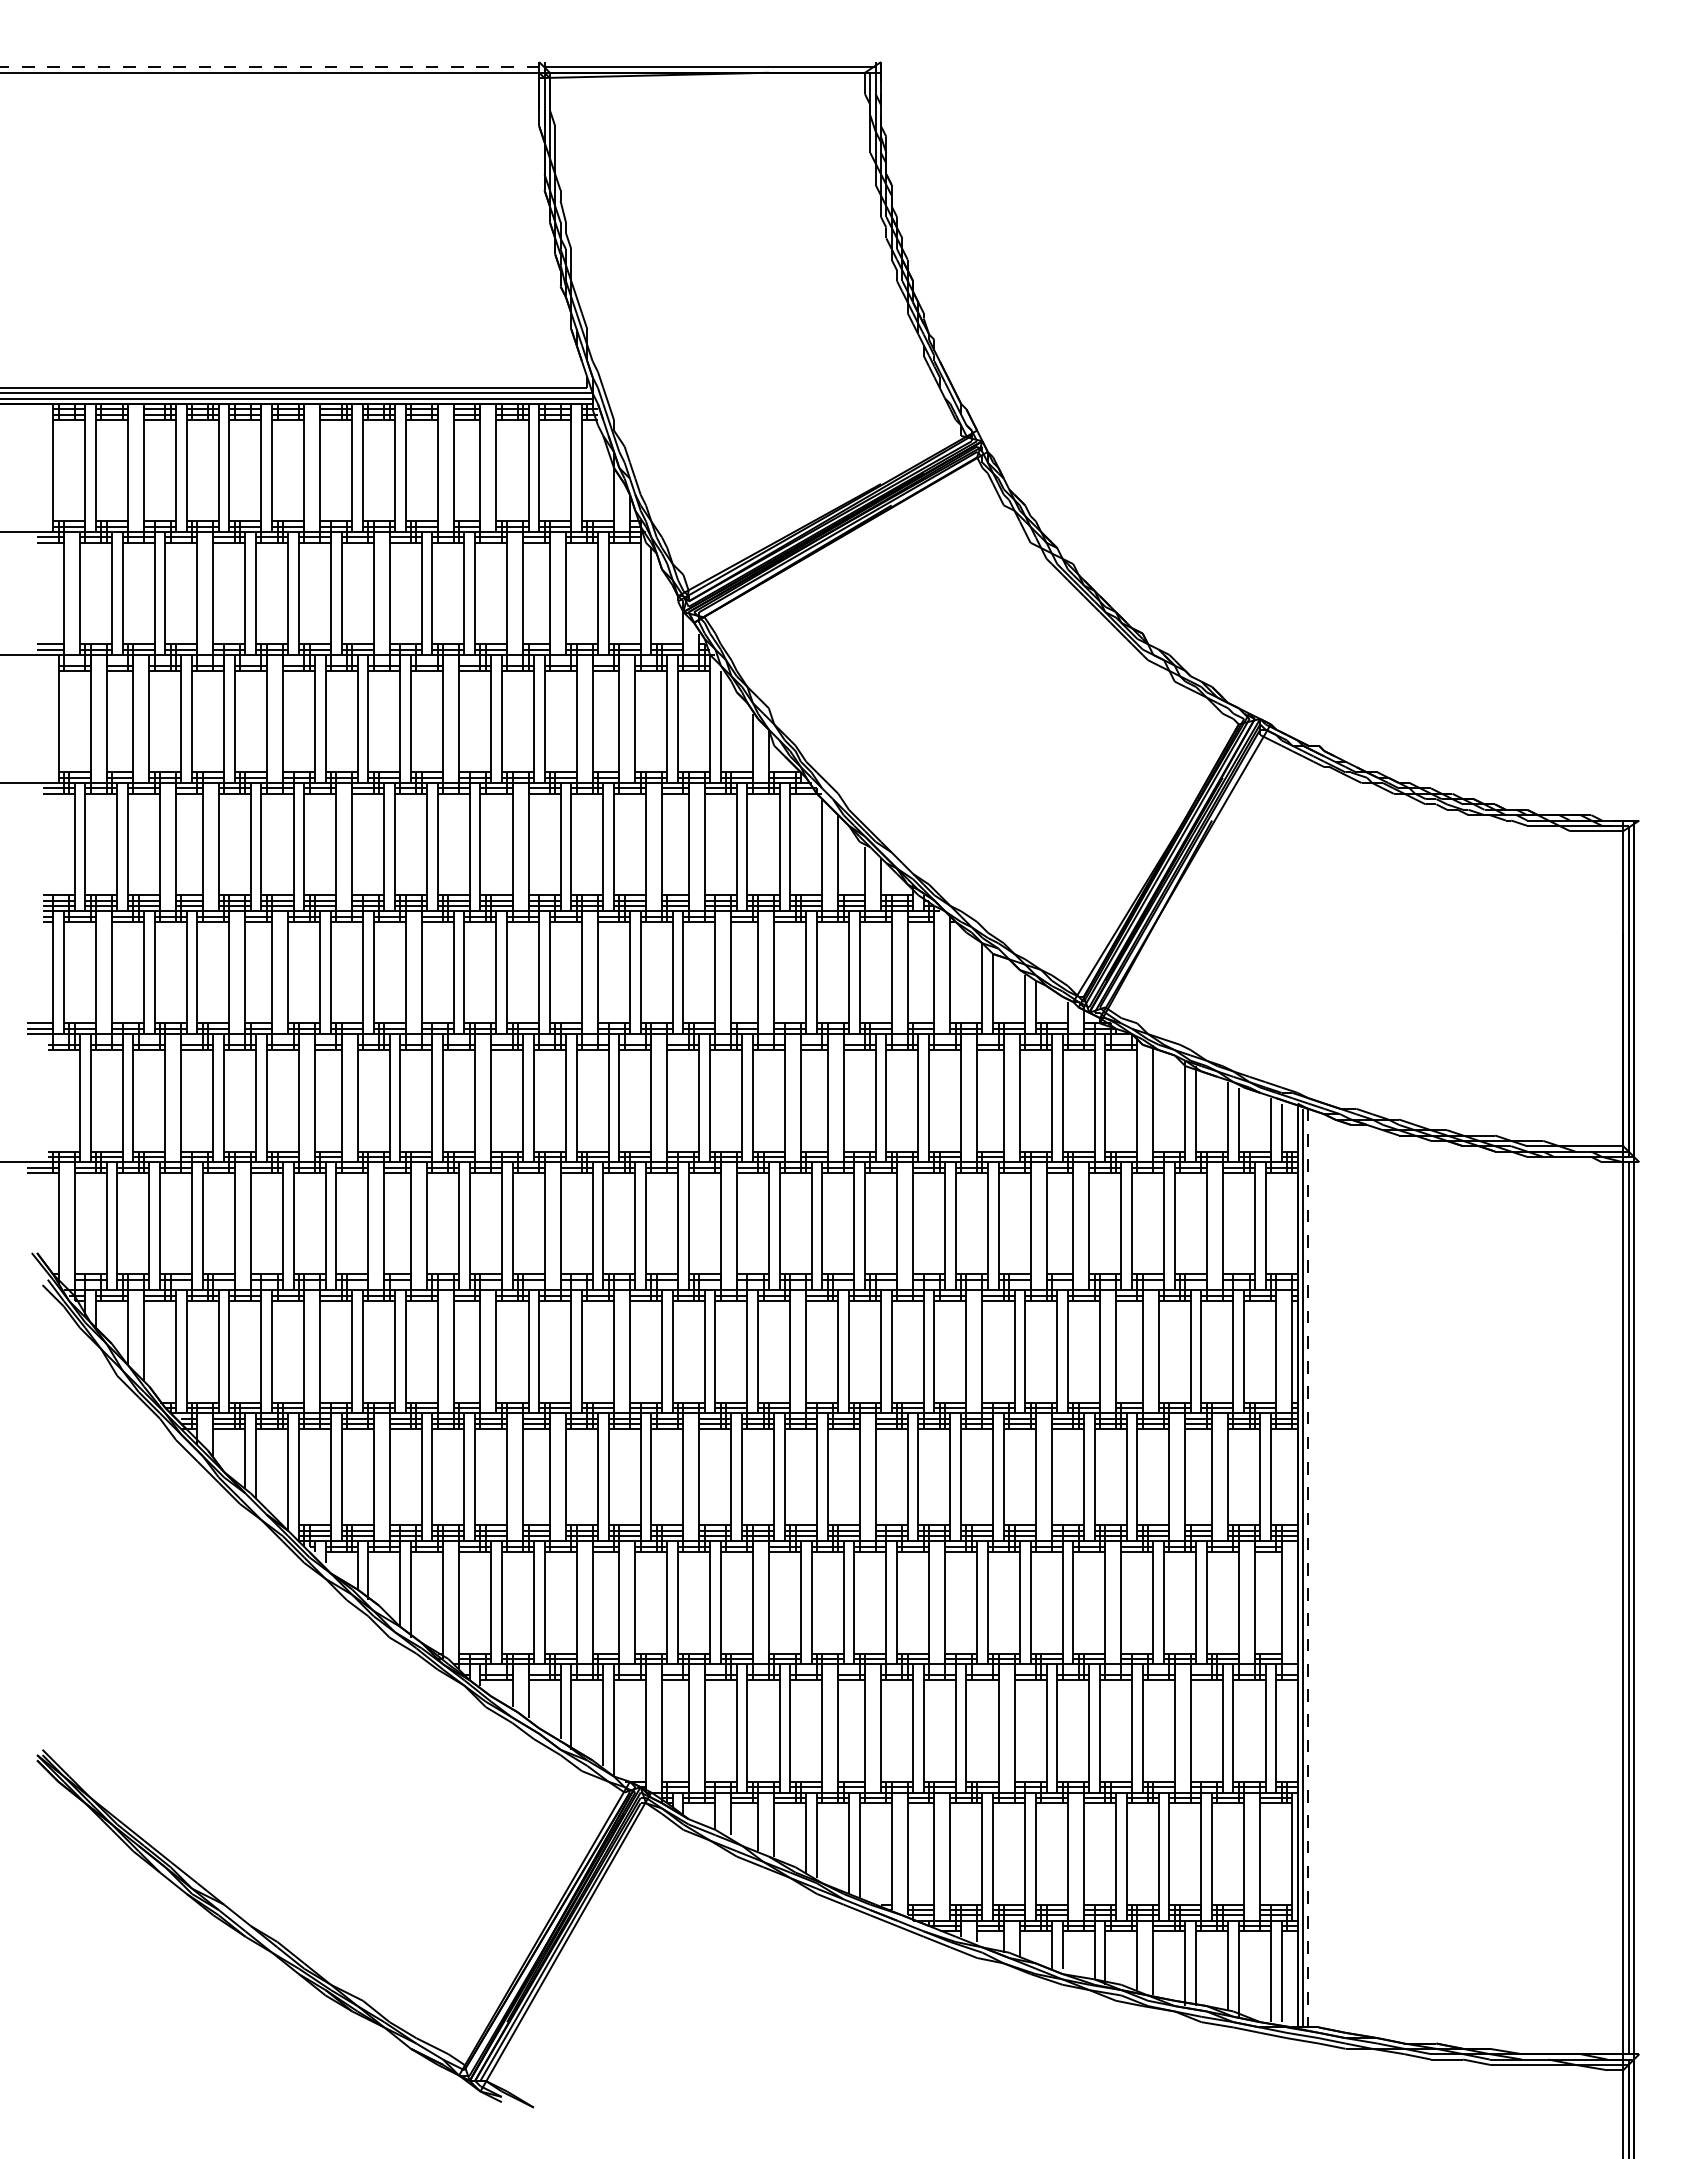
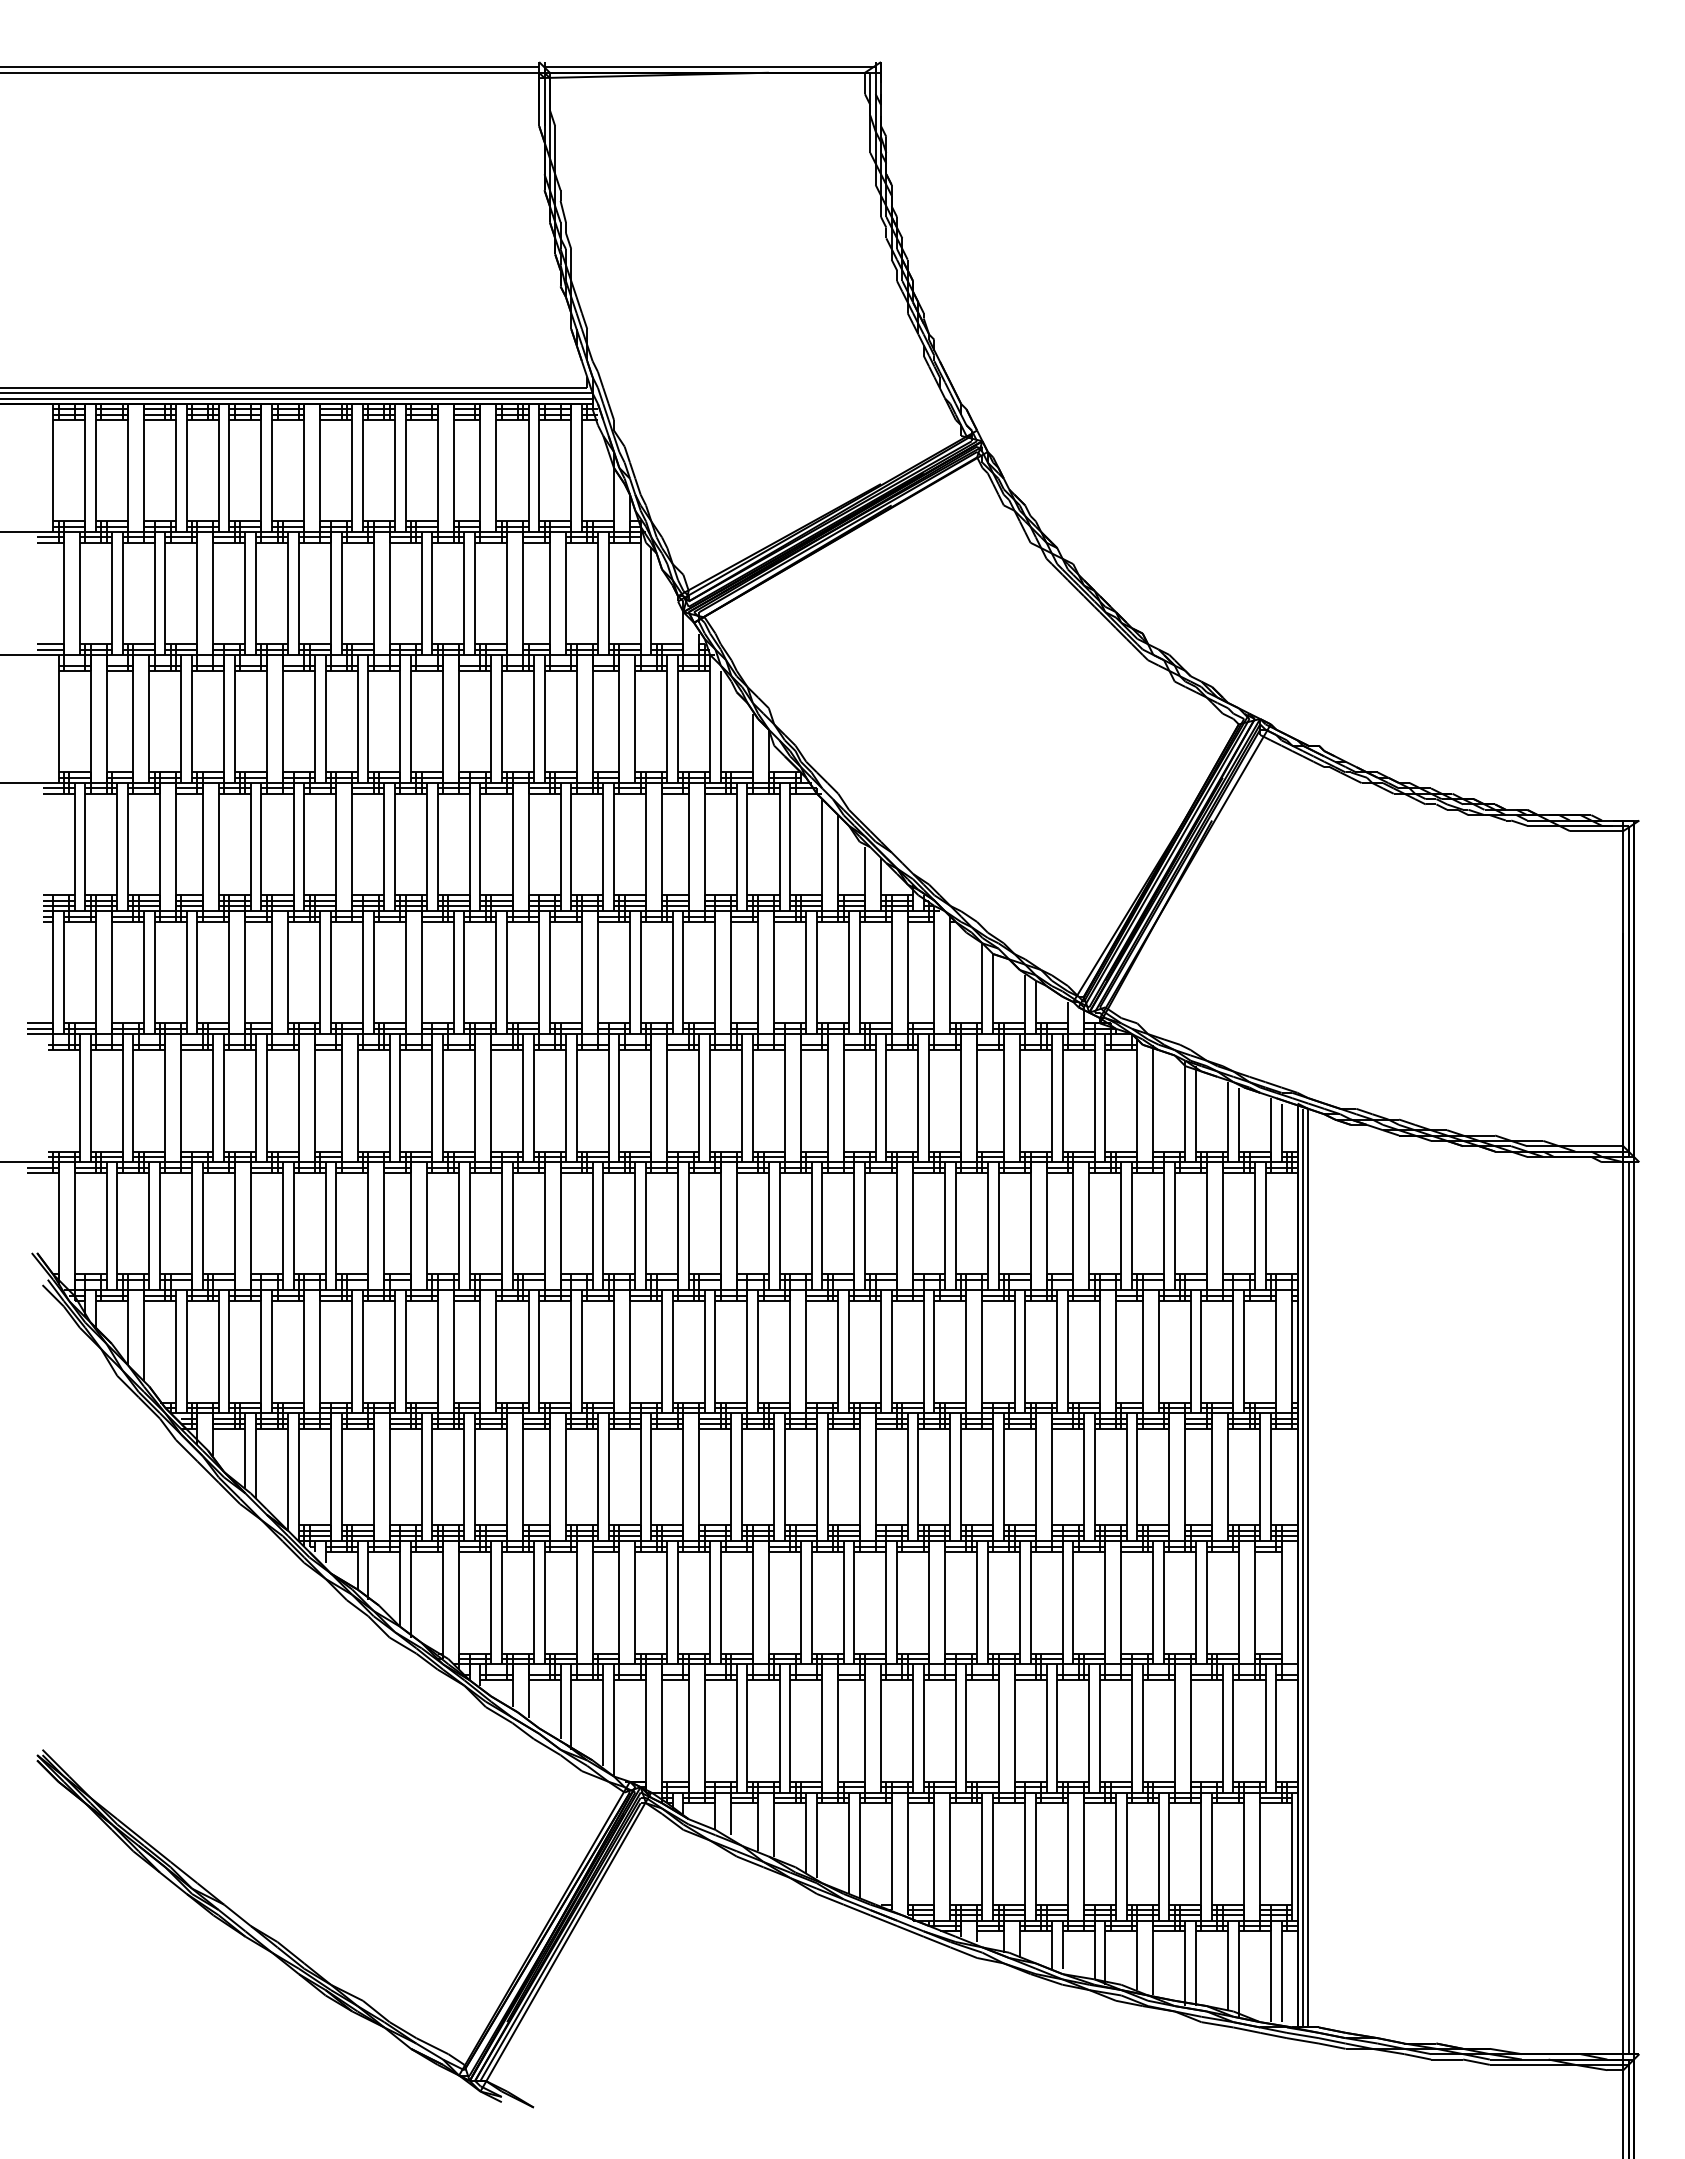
line at (269, 67): dashed -> solid
line at (1308, 1568): dashed -> solid
